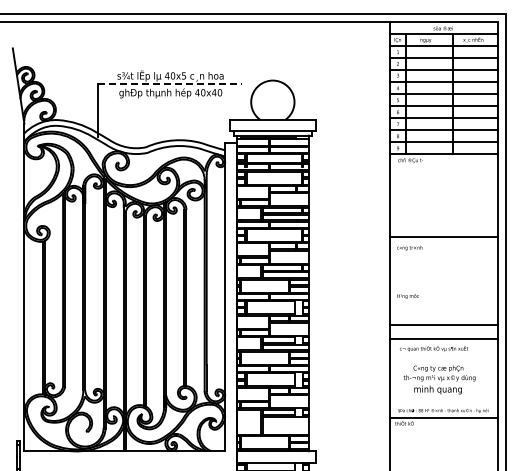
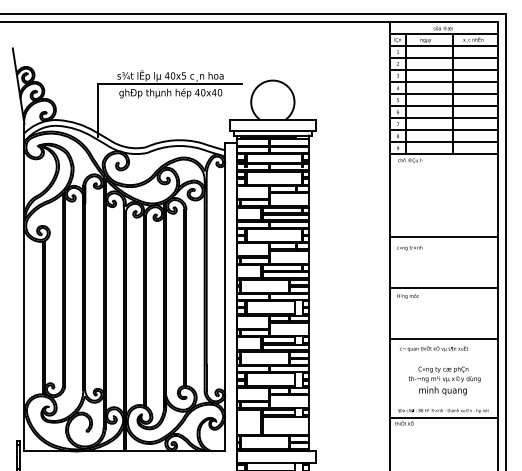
line at (170, 83): dashed -> solid
line at (444, 324) position: (444, 324) -> (444, 287)
text at (439, 379) position: (439, 379) -> (444, 380)
